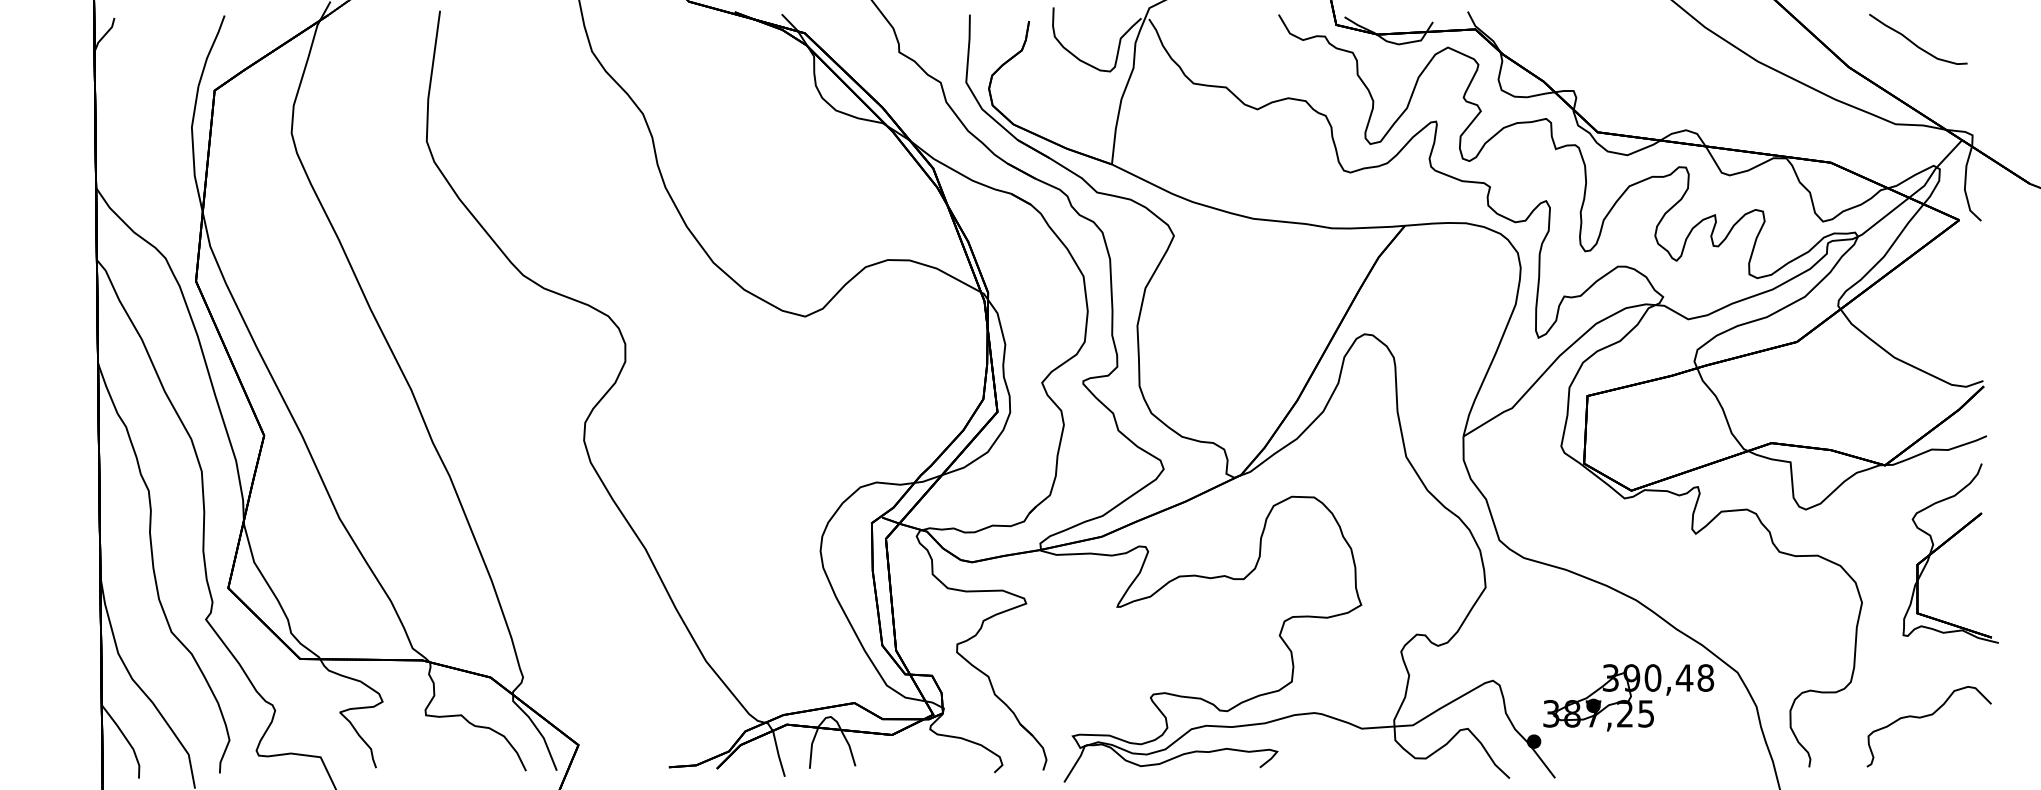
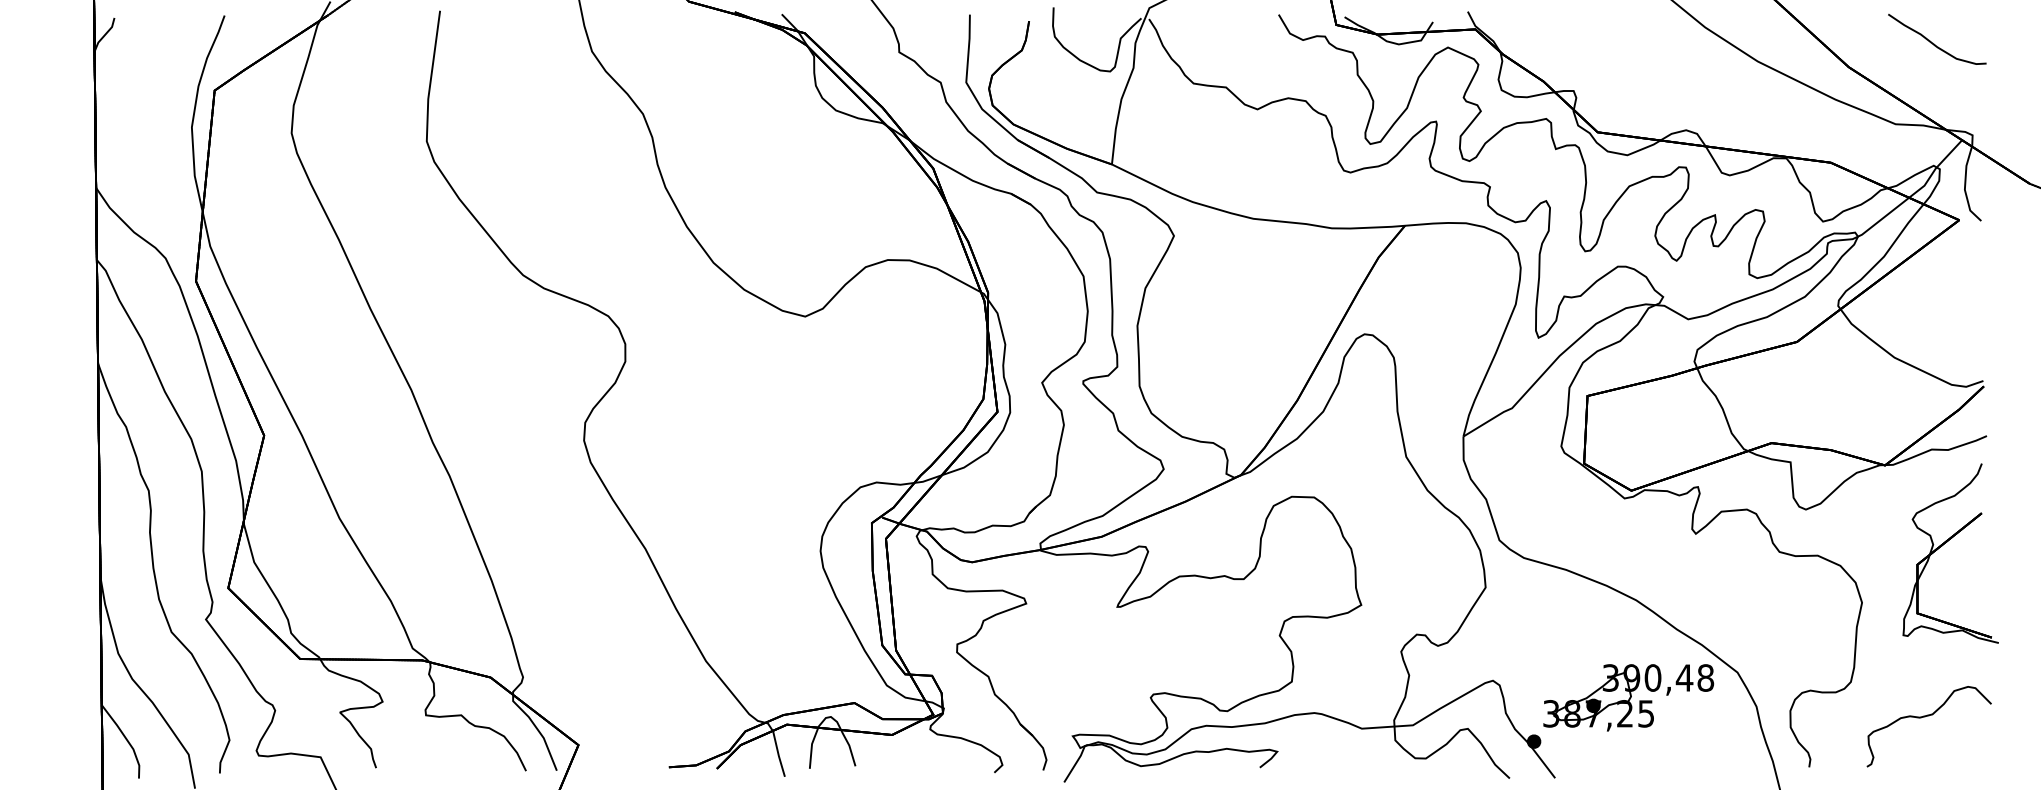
part at (1918, 38) position: (1918, 38) -> (1937, 38)
